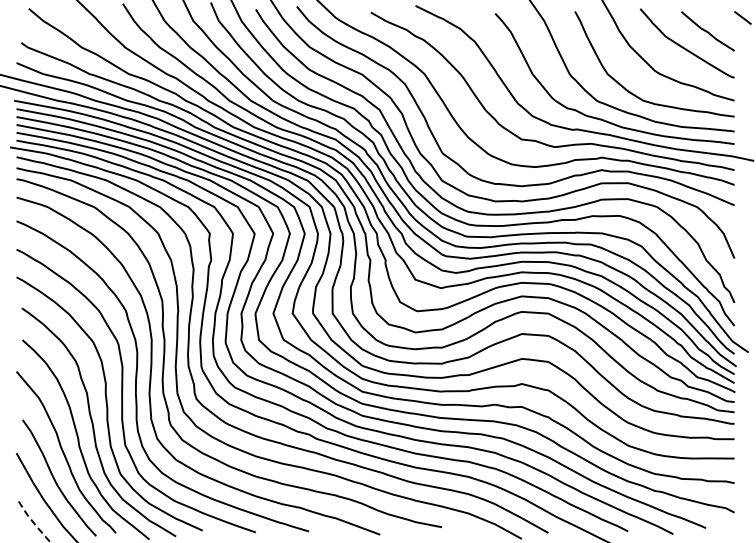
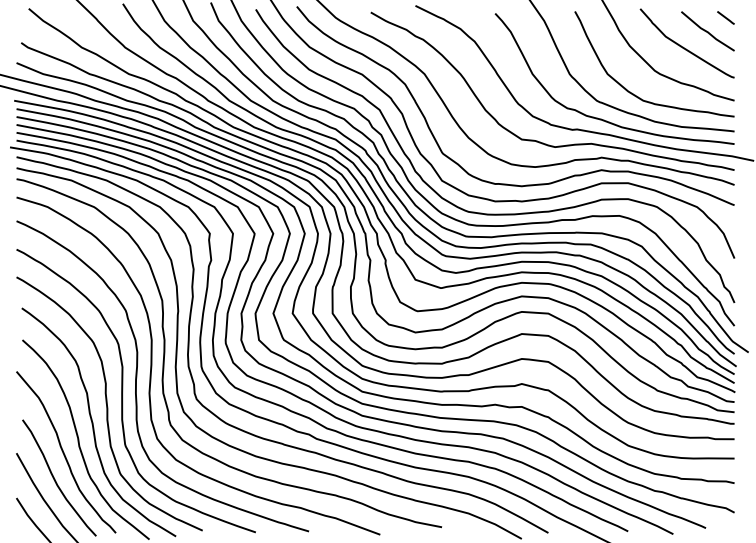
line at (742, 17) position: (742, 17) -> (725, 17)
line at (32, 521): dashed -> solid
